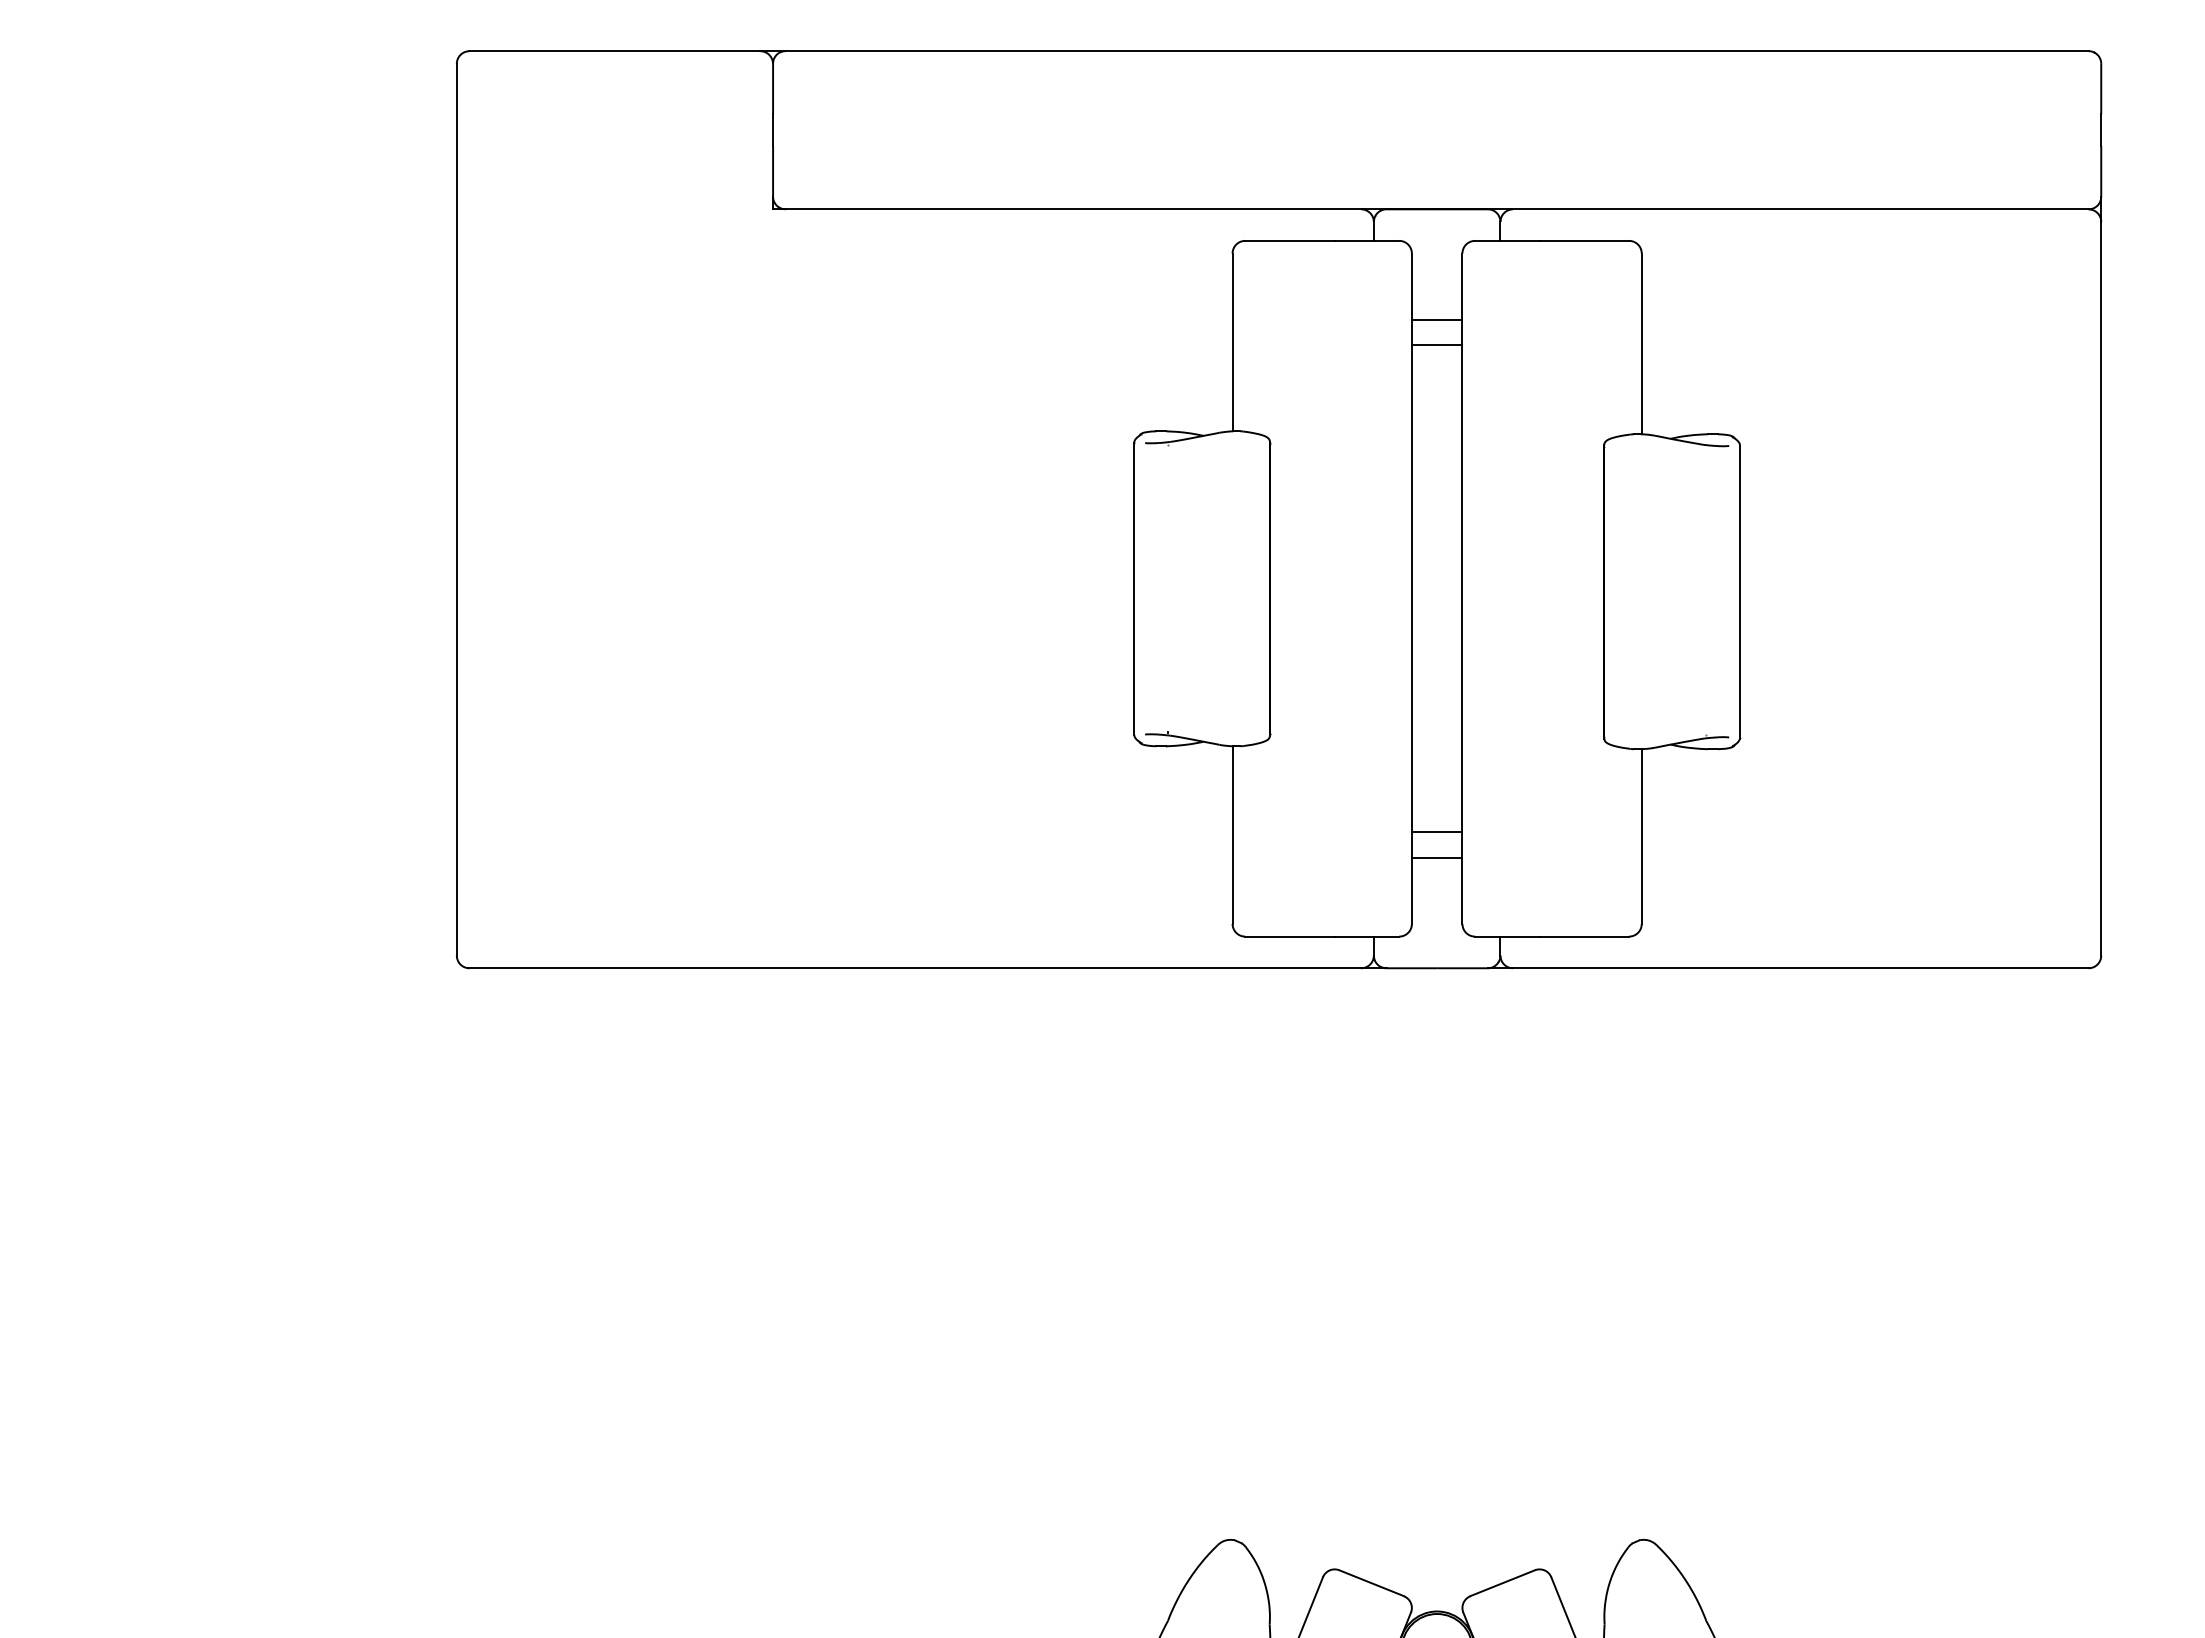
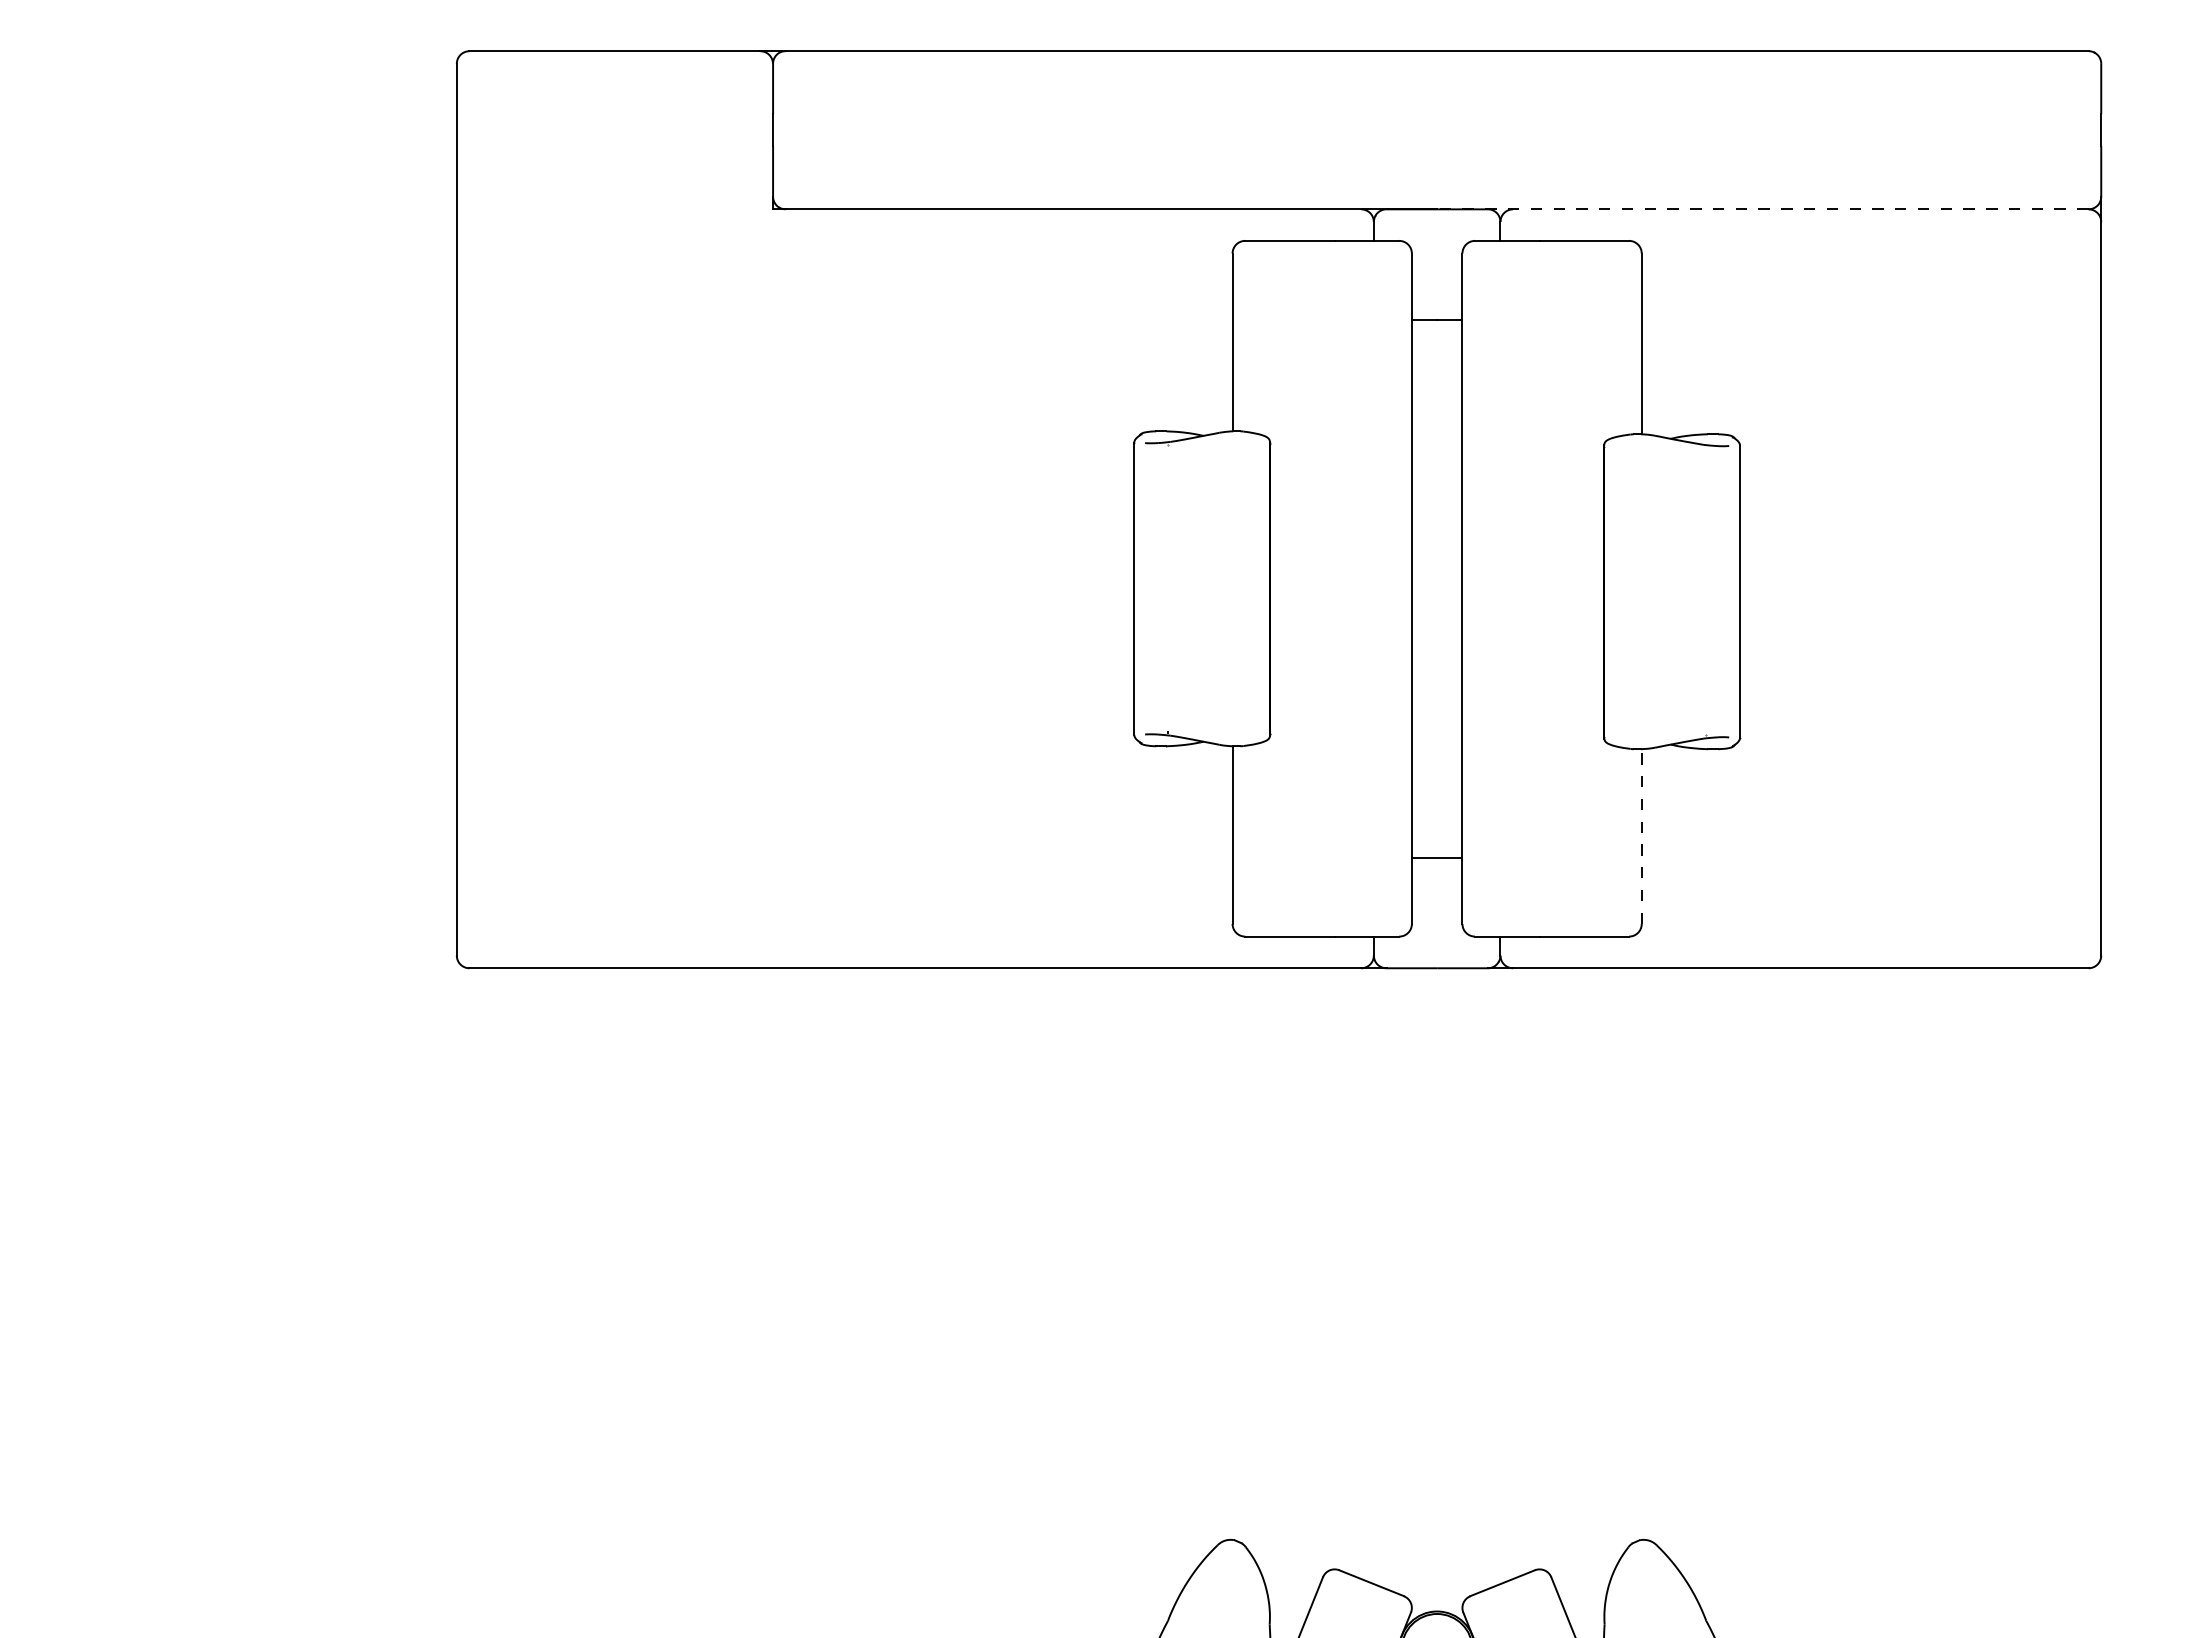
line at (1762, 209): solid -> dashed
line at (1436, 345): present -> none
line at (1436, 832): present -> none
line at (1641, 836): solid -> dashed
